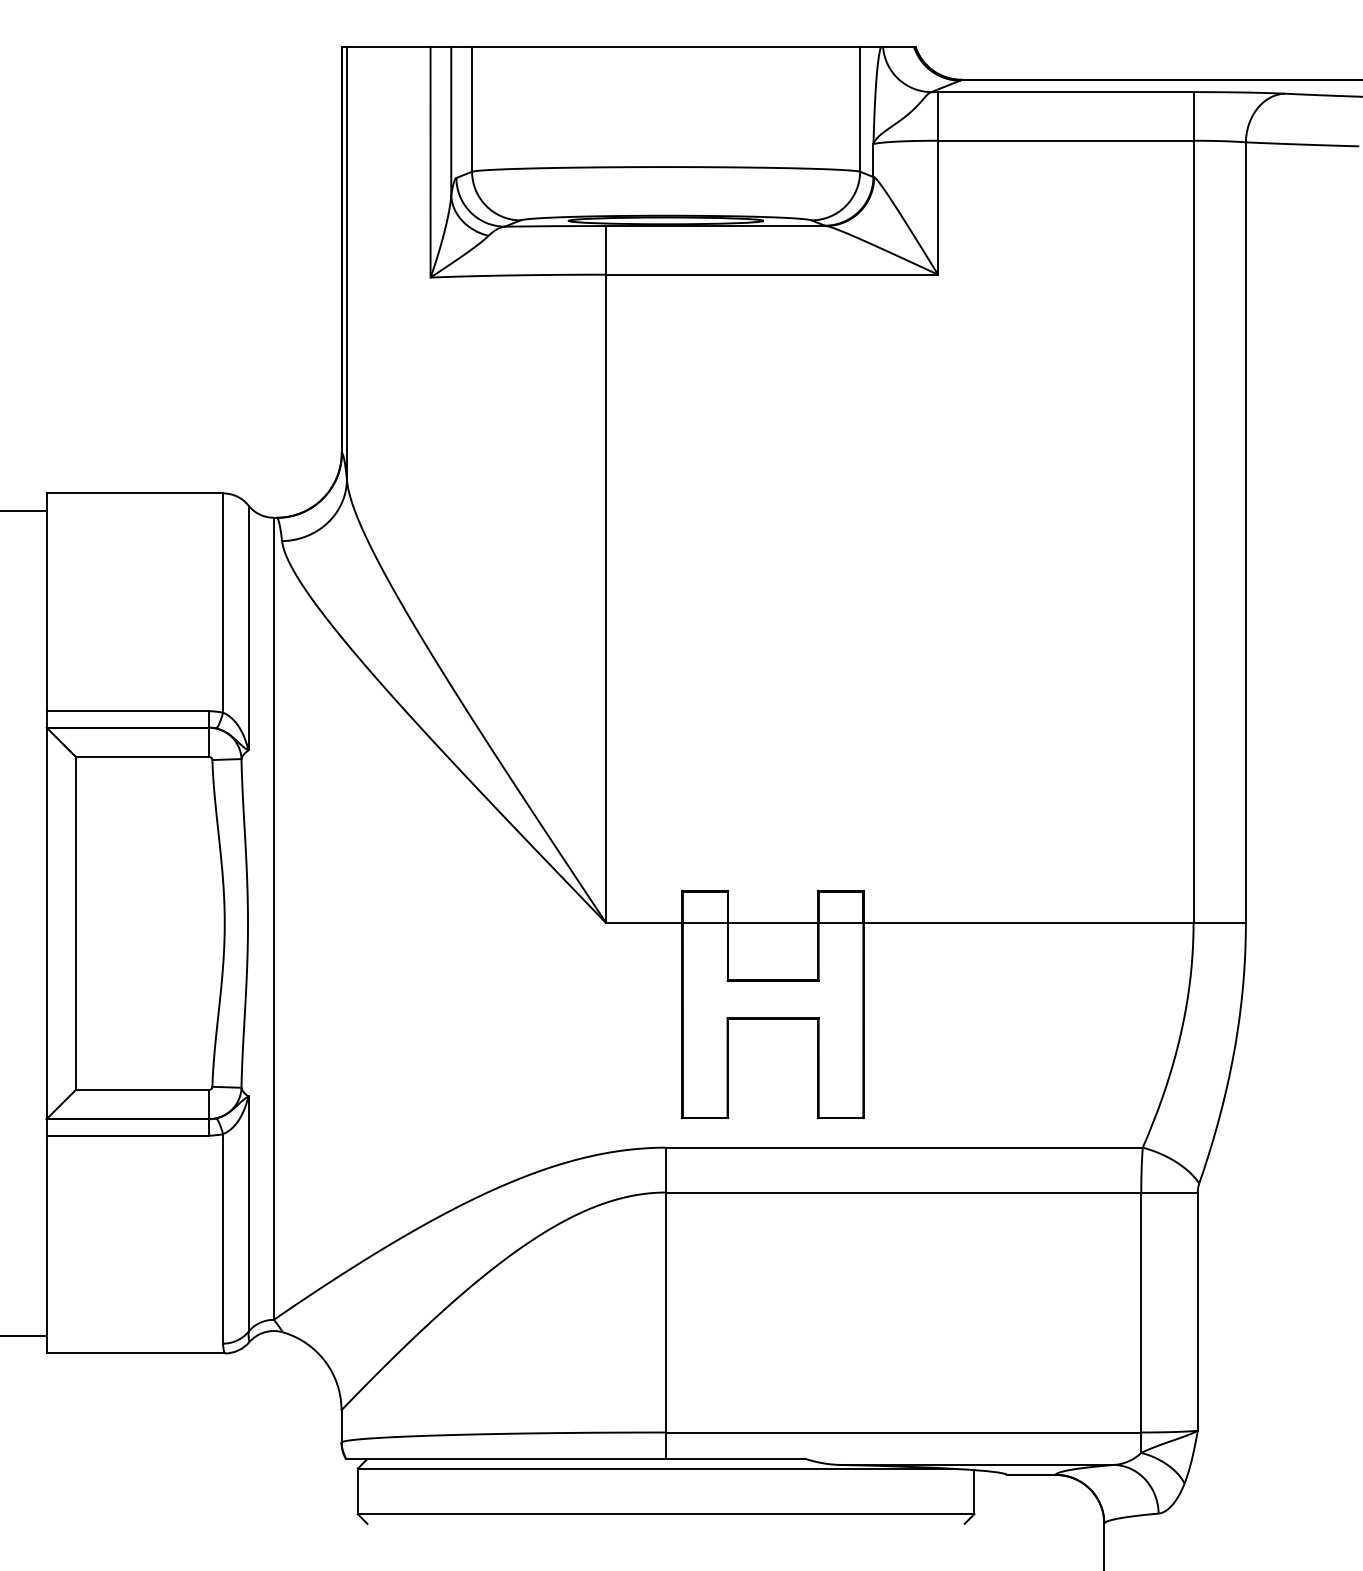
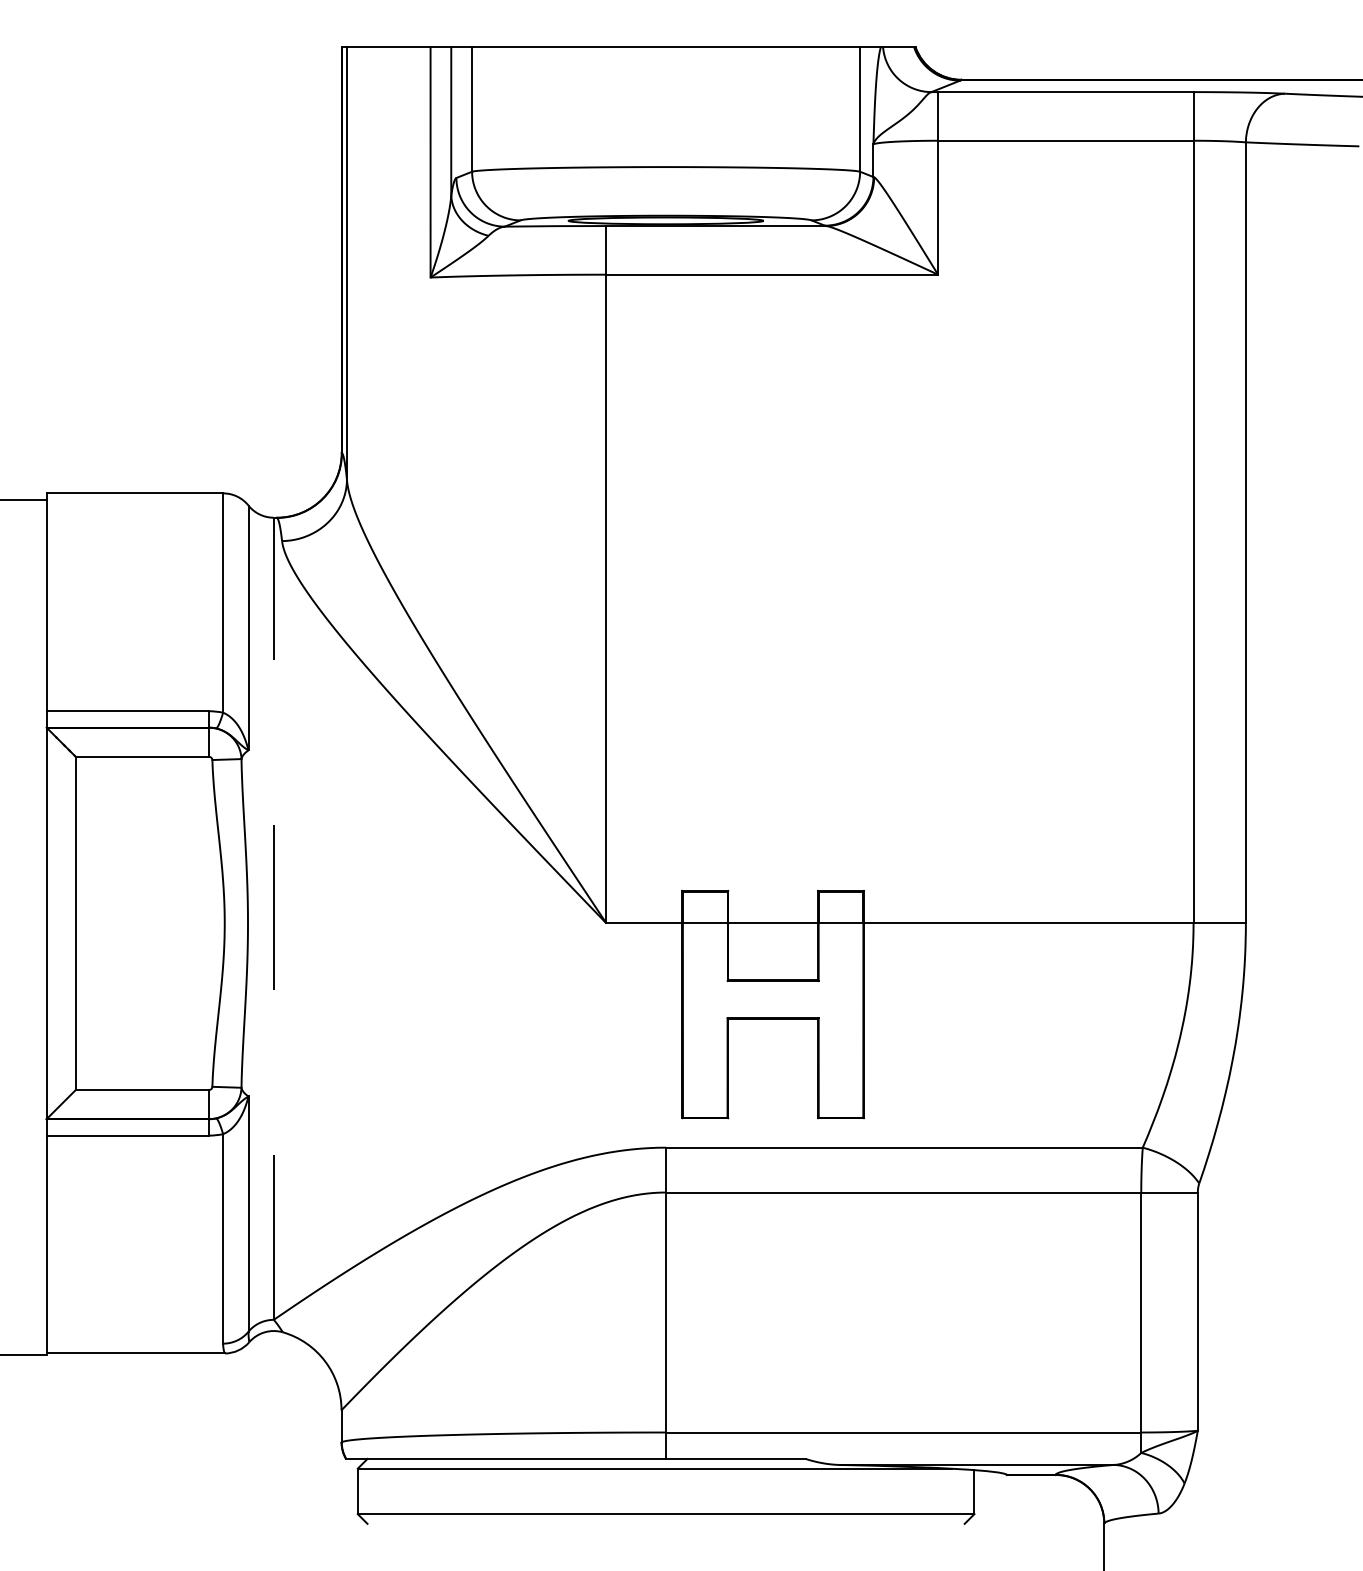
line at (24, 511) position: (24, 511) -> (24, 500)
line at (273, 918): solid -> dashed
line at (24, 1335) position: (24, 1335) -> (24, 1354)
